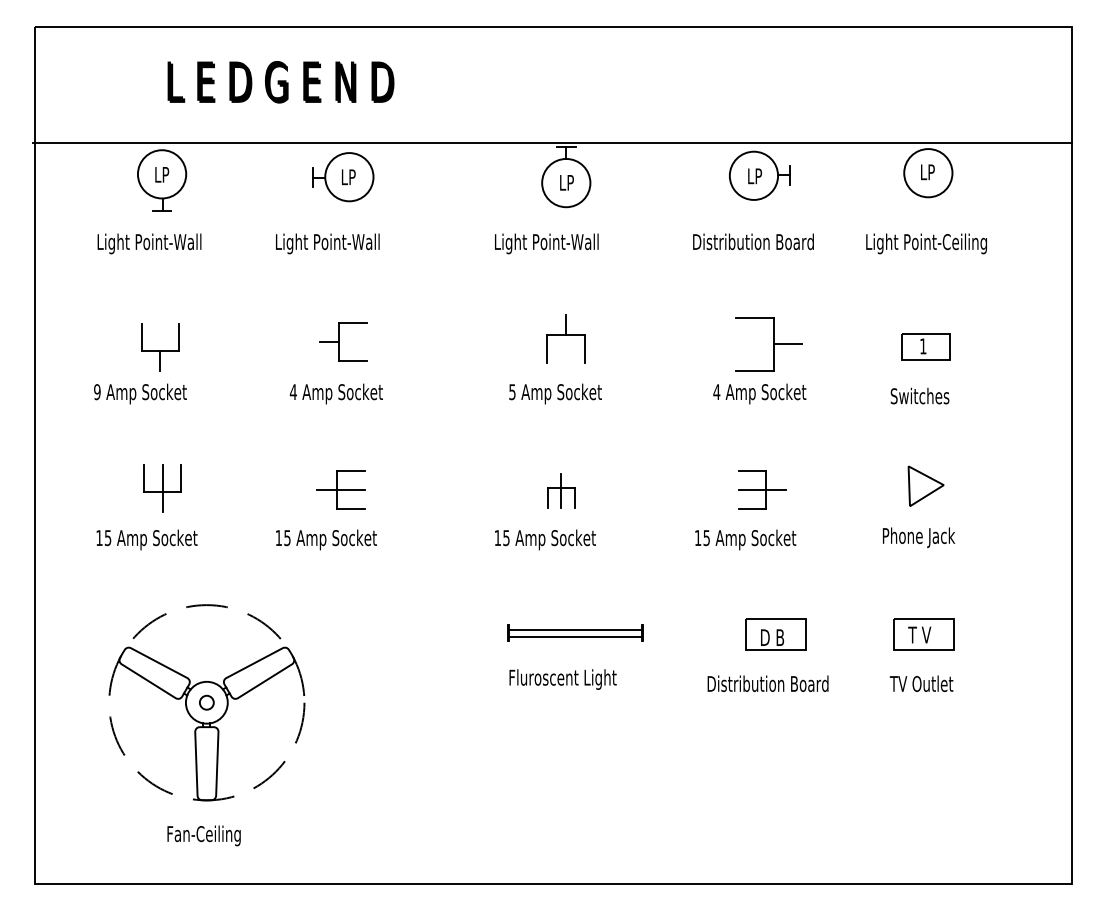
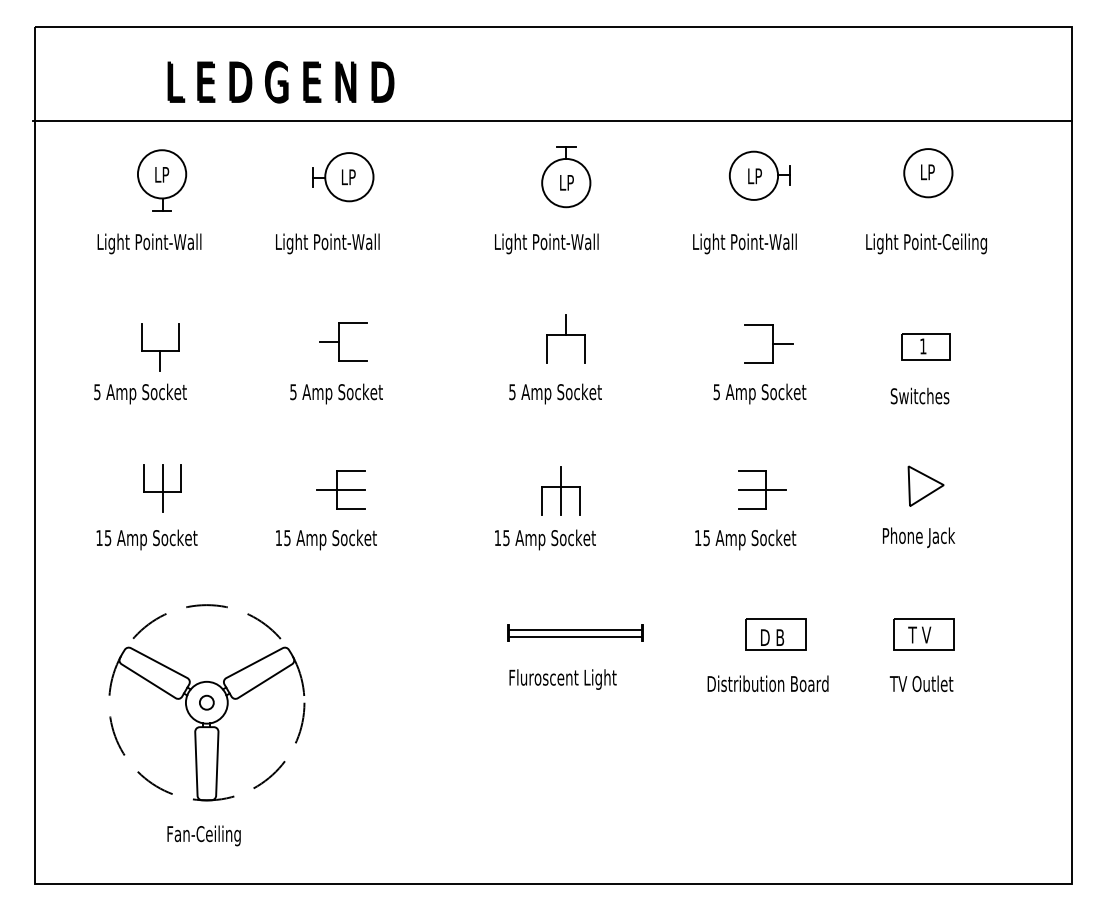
line at (552, 142) position: (552, 142) -> (552, 120)
text at (753, 243): Distribution Board -> Light Point-Wall
part at (768, 344) size: 68x55 px -> 50x40 px
text at (97, 391): 9 -> 5
text at (292, 392): 4 -> 5
text at (716, 392): 4 -> 5
part at (561, 490) size: 29x36 px -> 40x50 px
